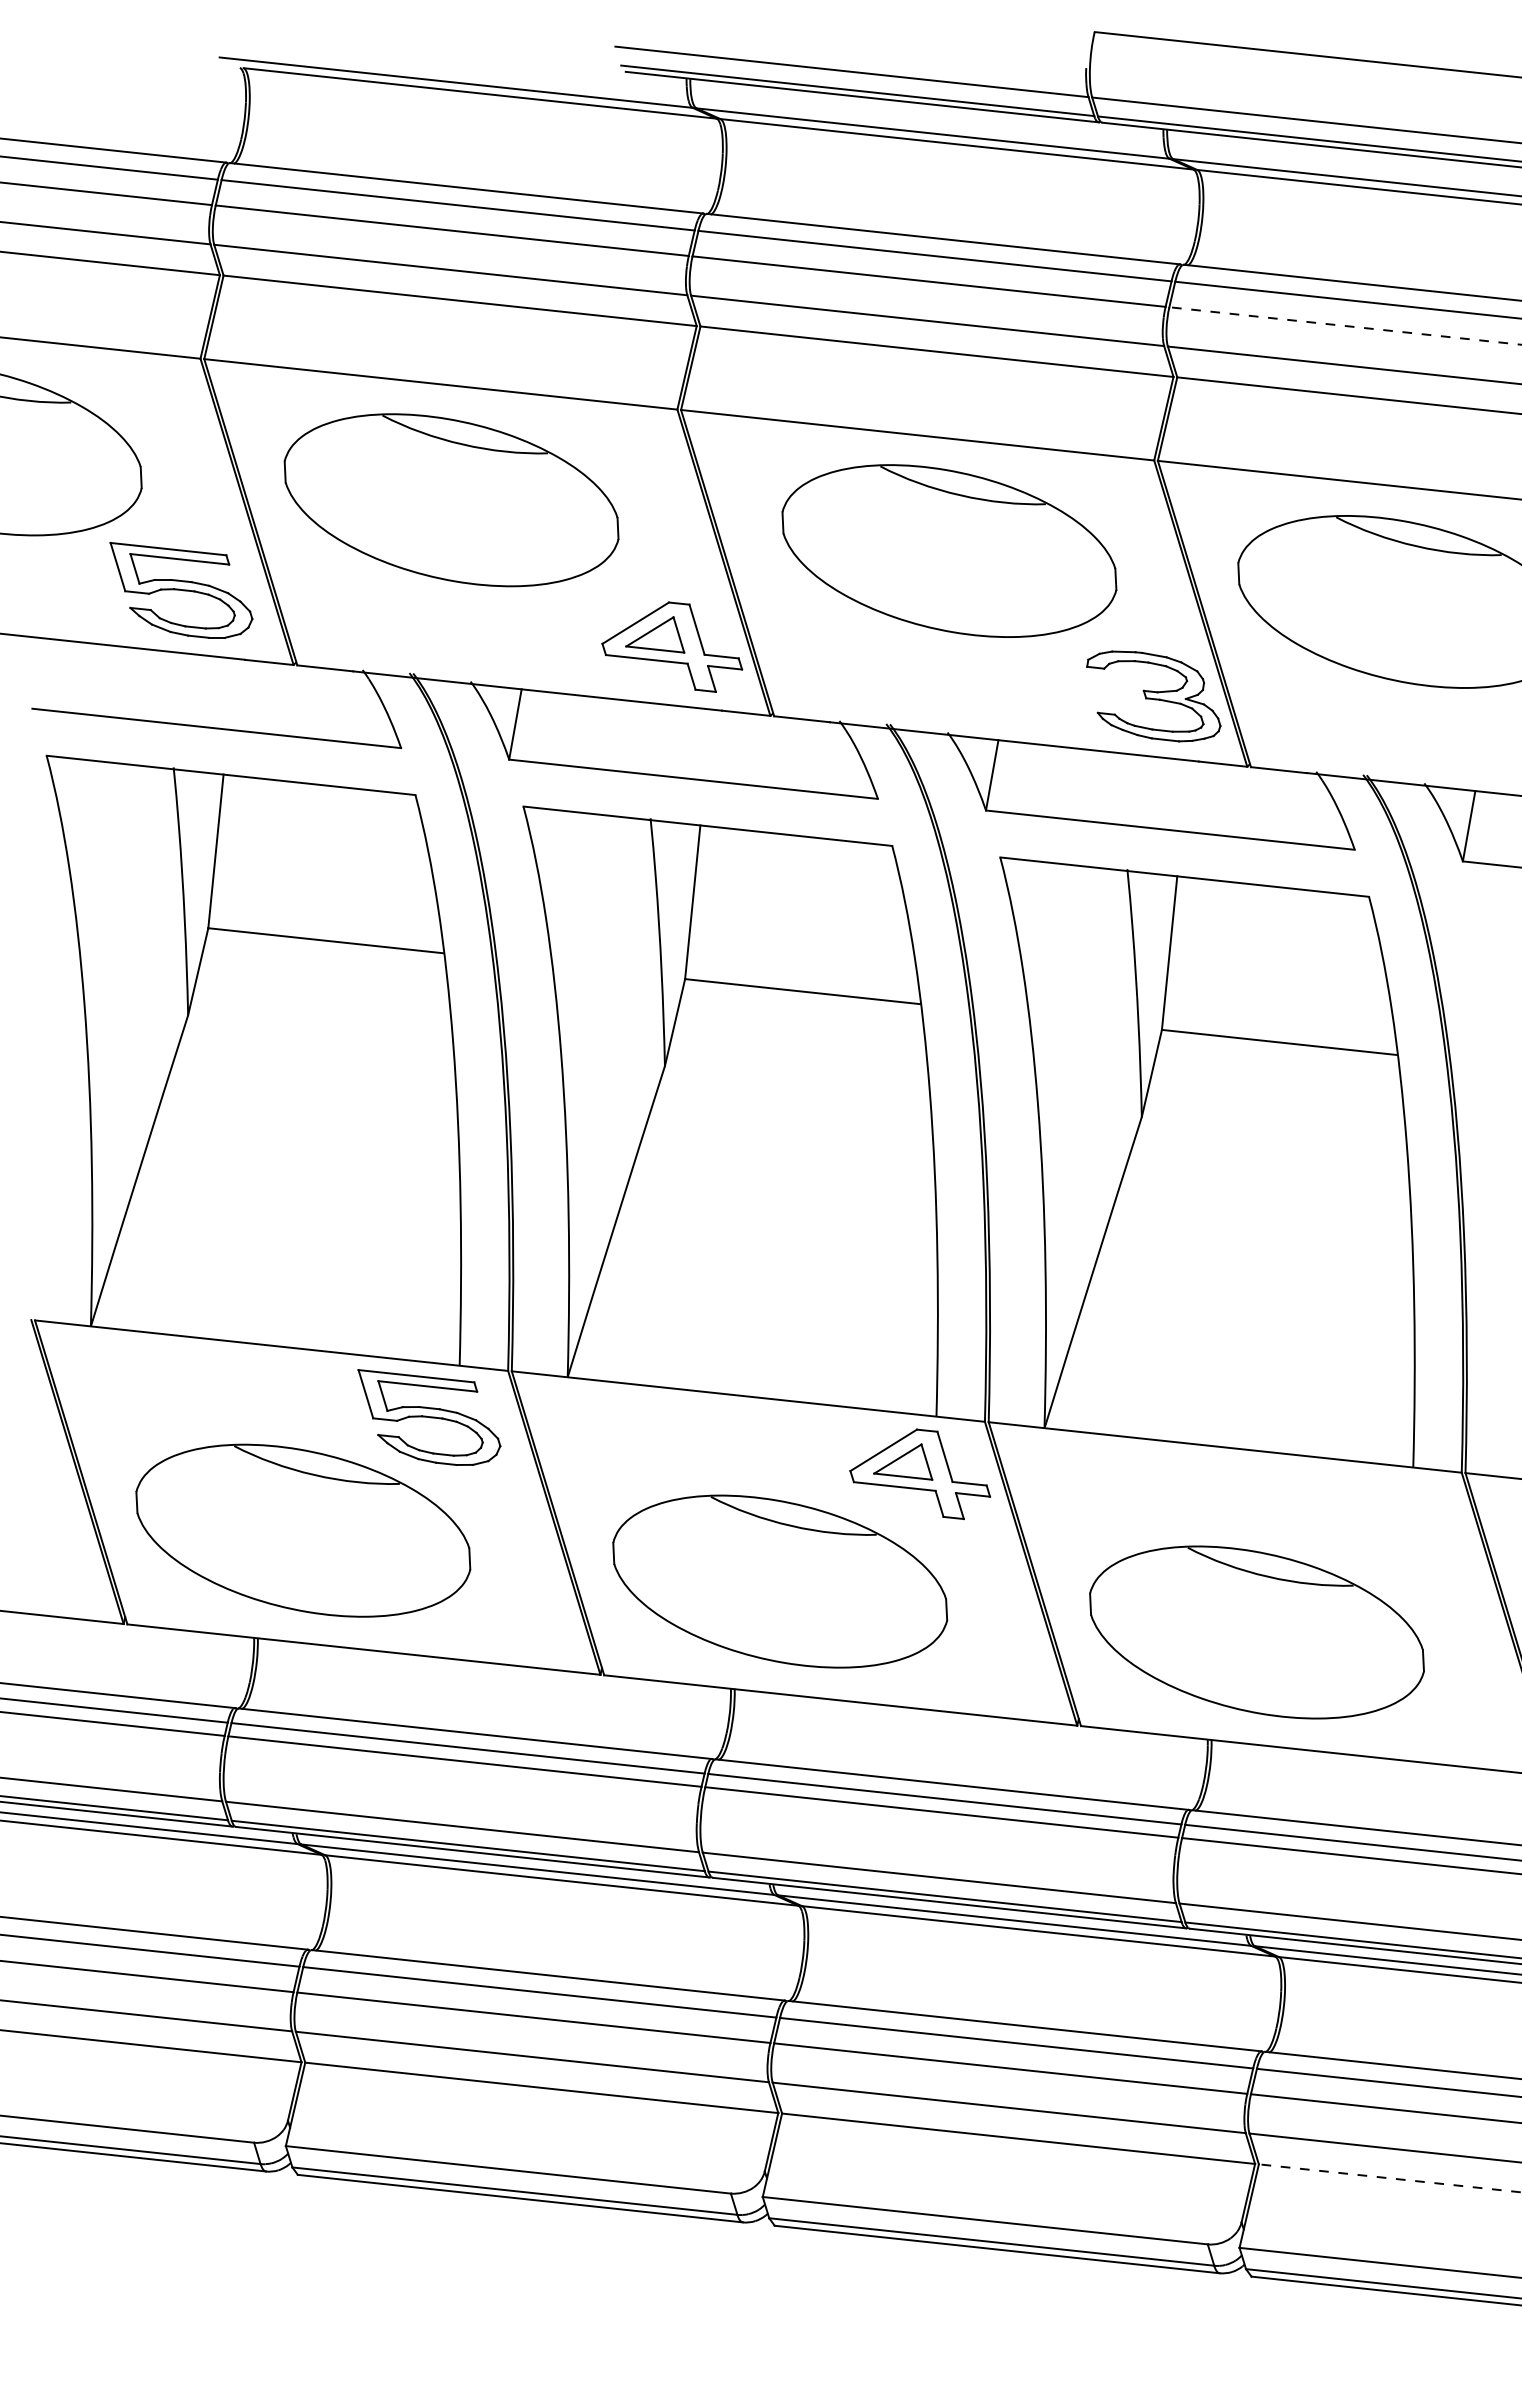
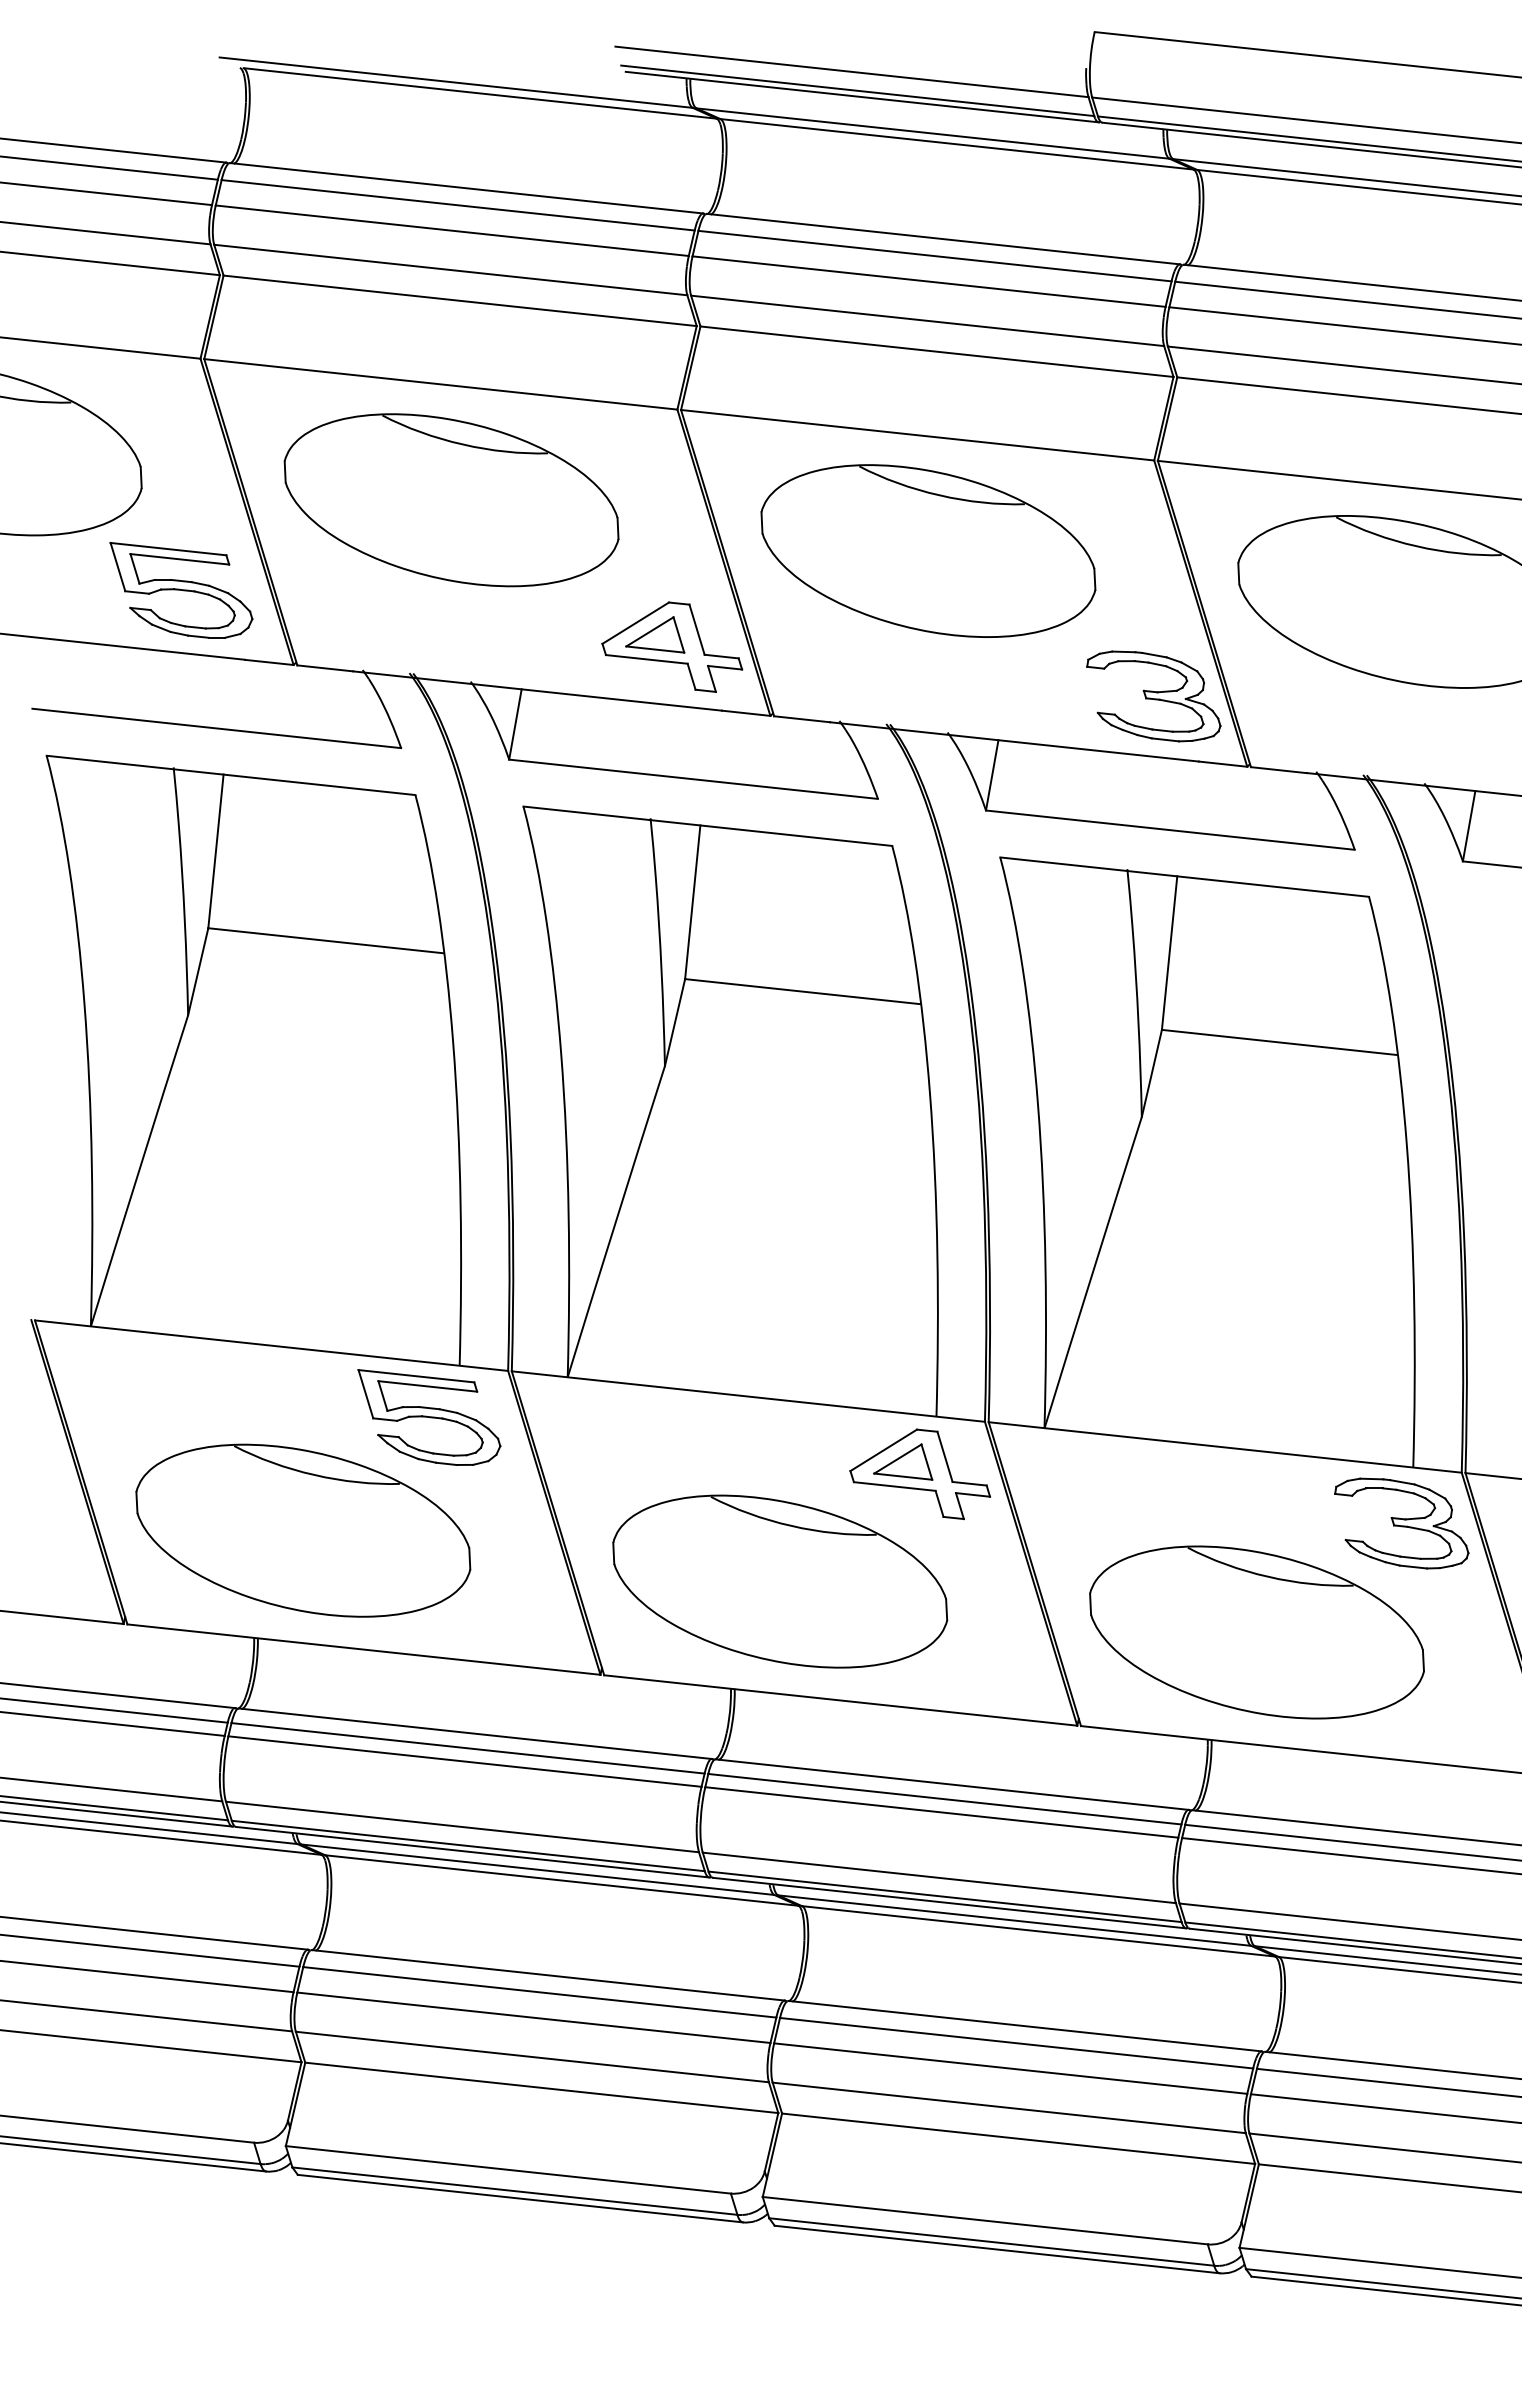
line at (1345, 326): dashed -> solid
part at (949, 550) position: (949, 550) -> (928, 550)
part at (1401, 1523): none -> present
line at (1390, 2178): dashed -> solid
